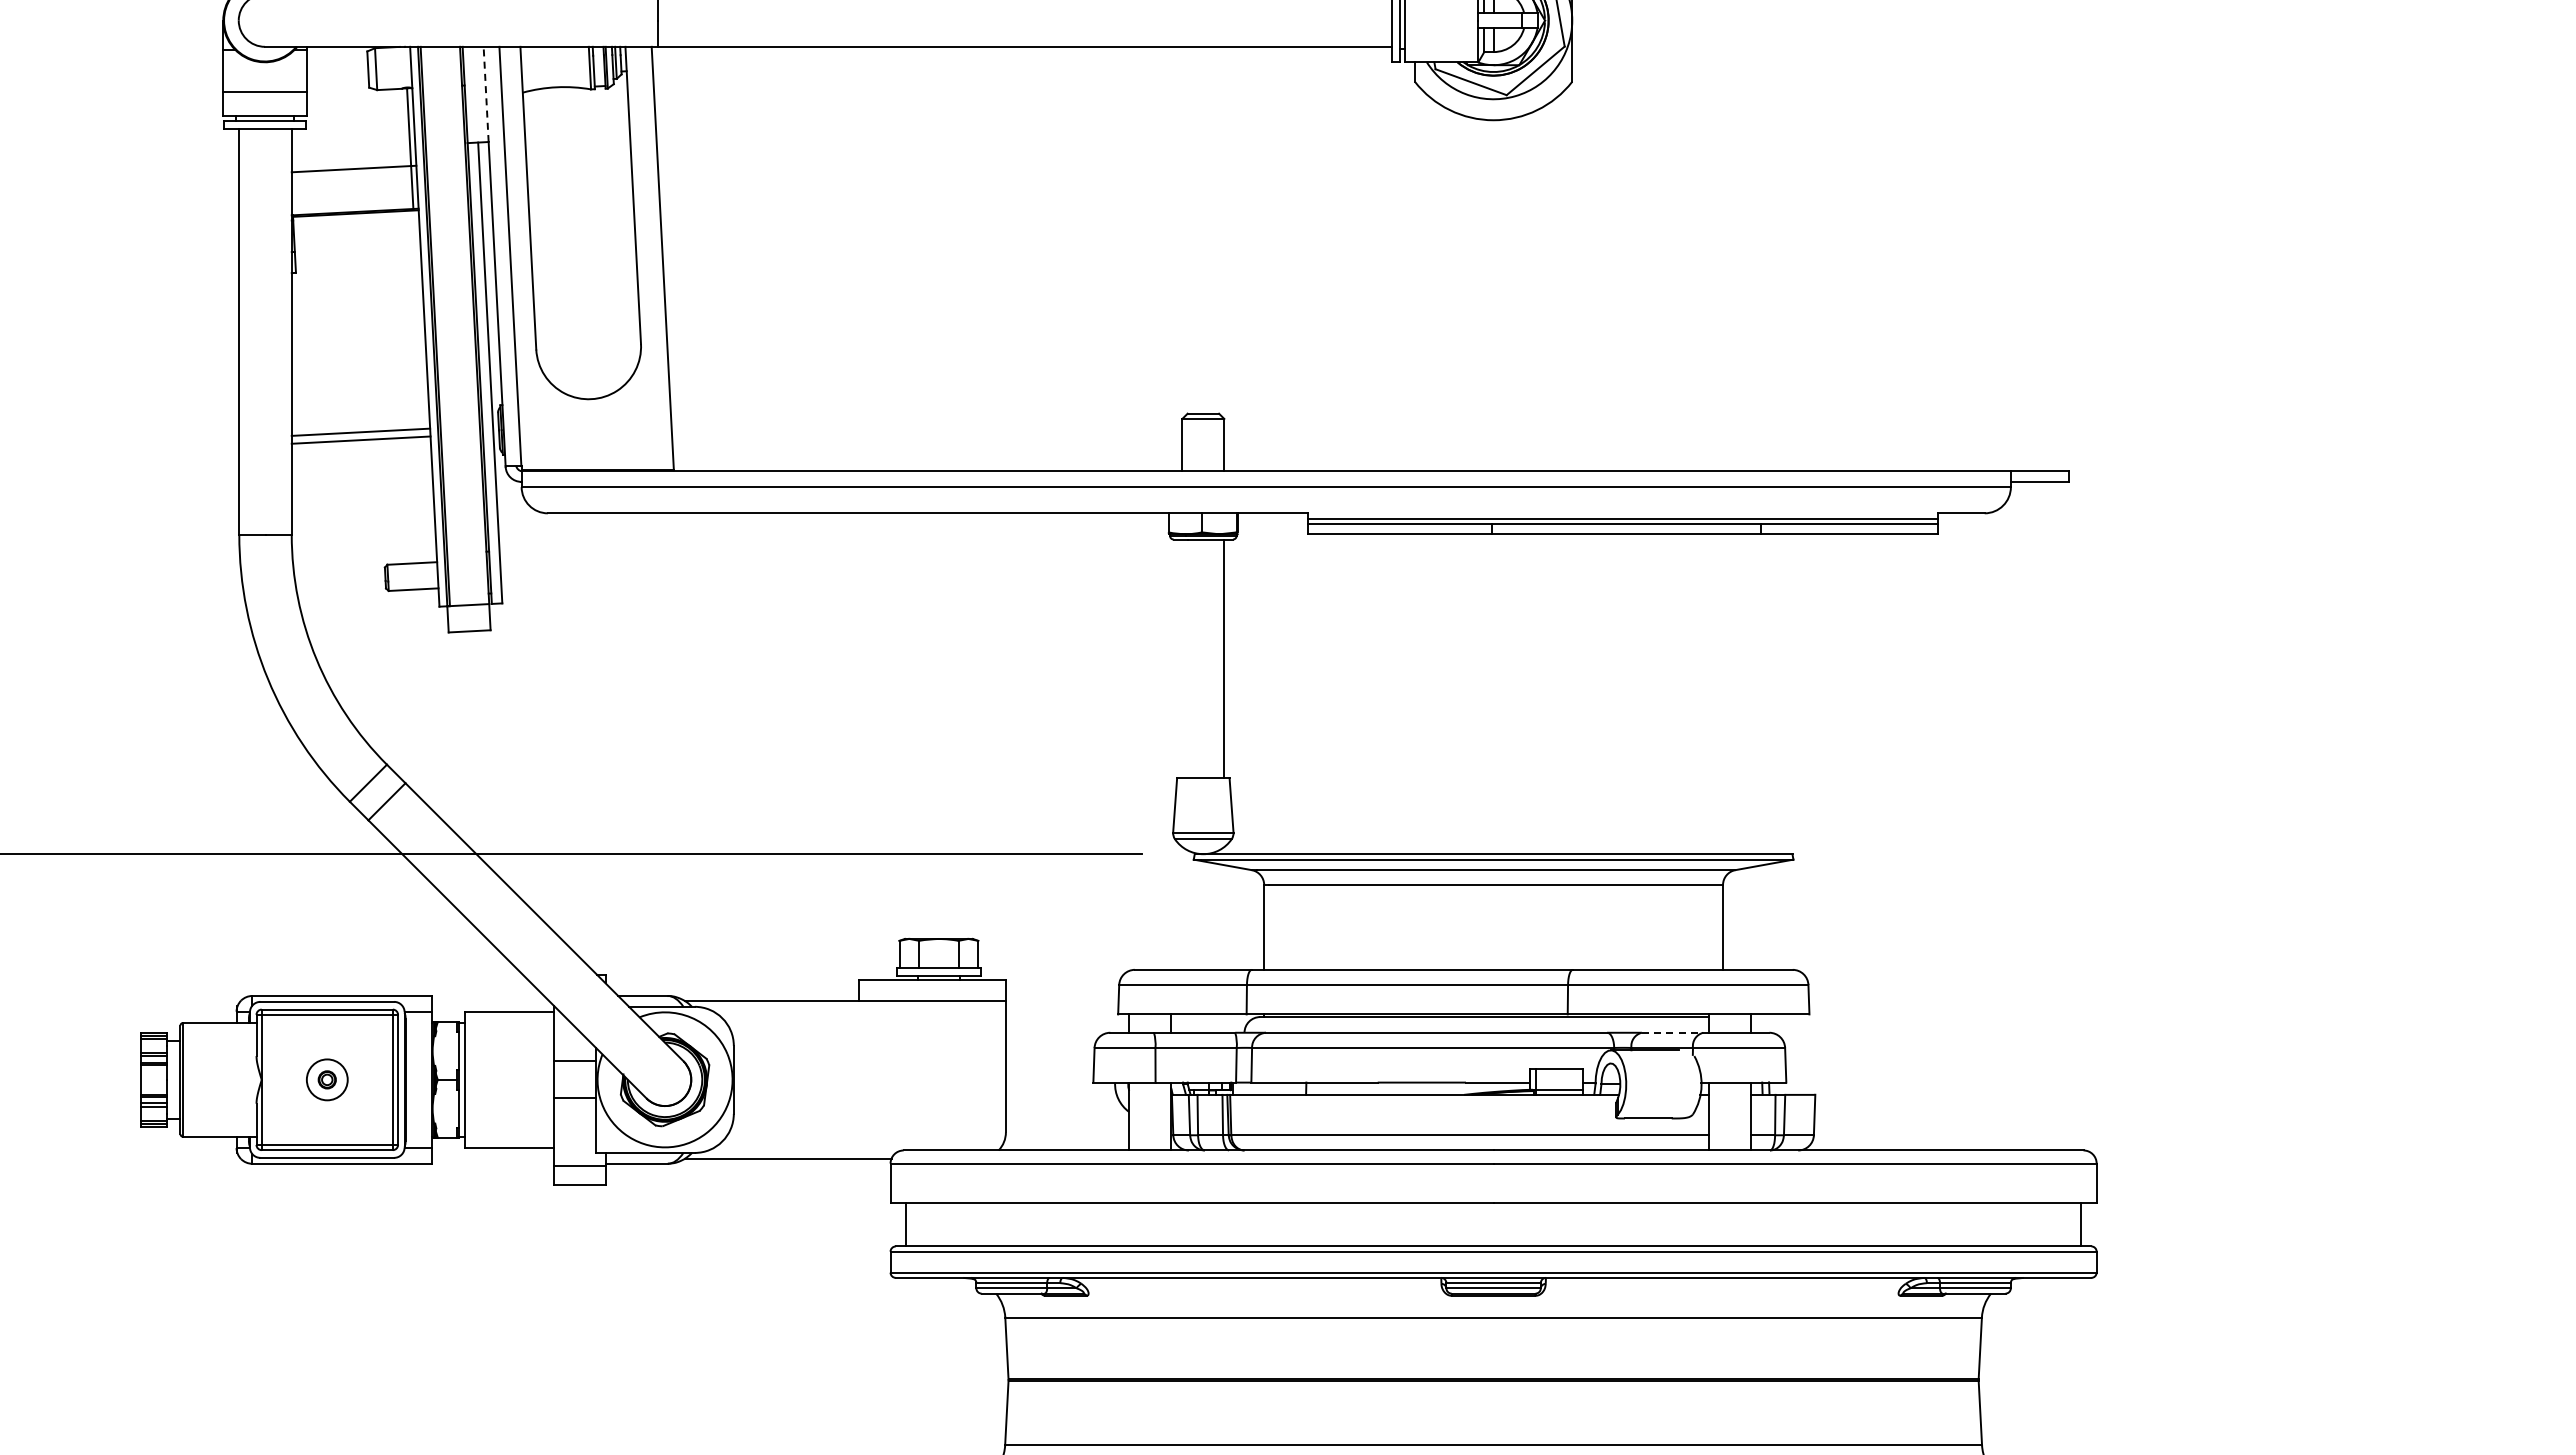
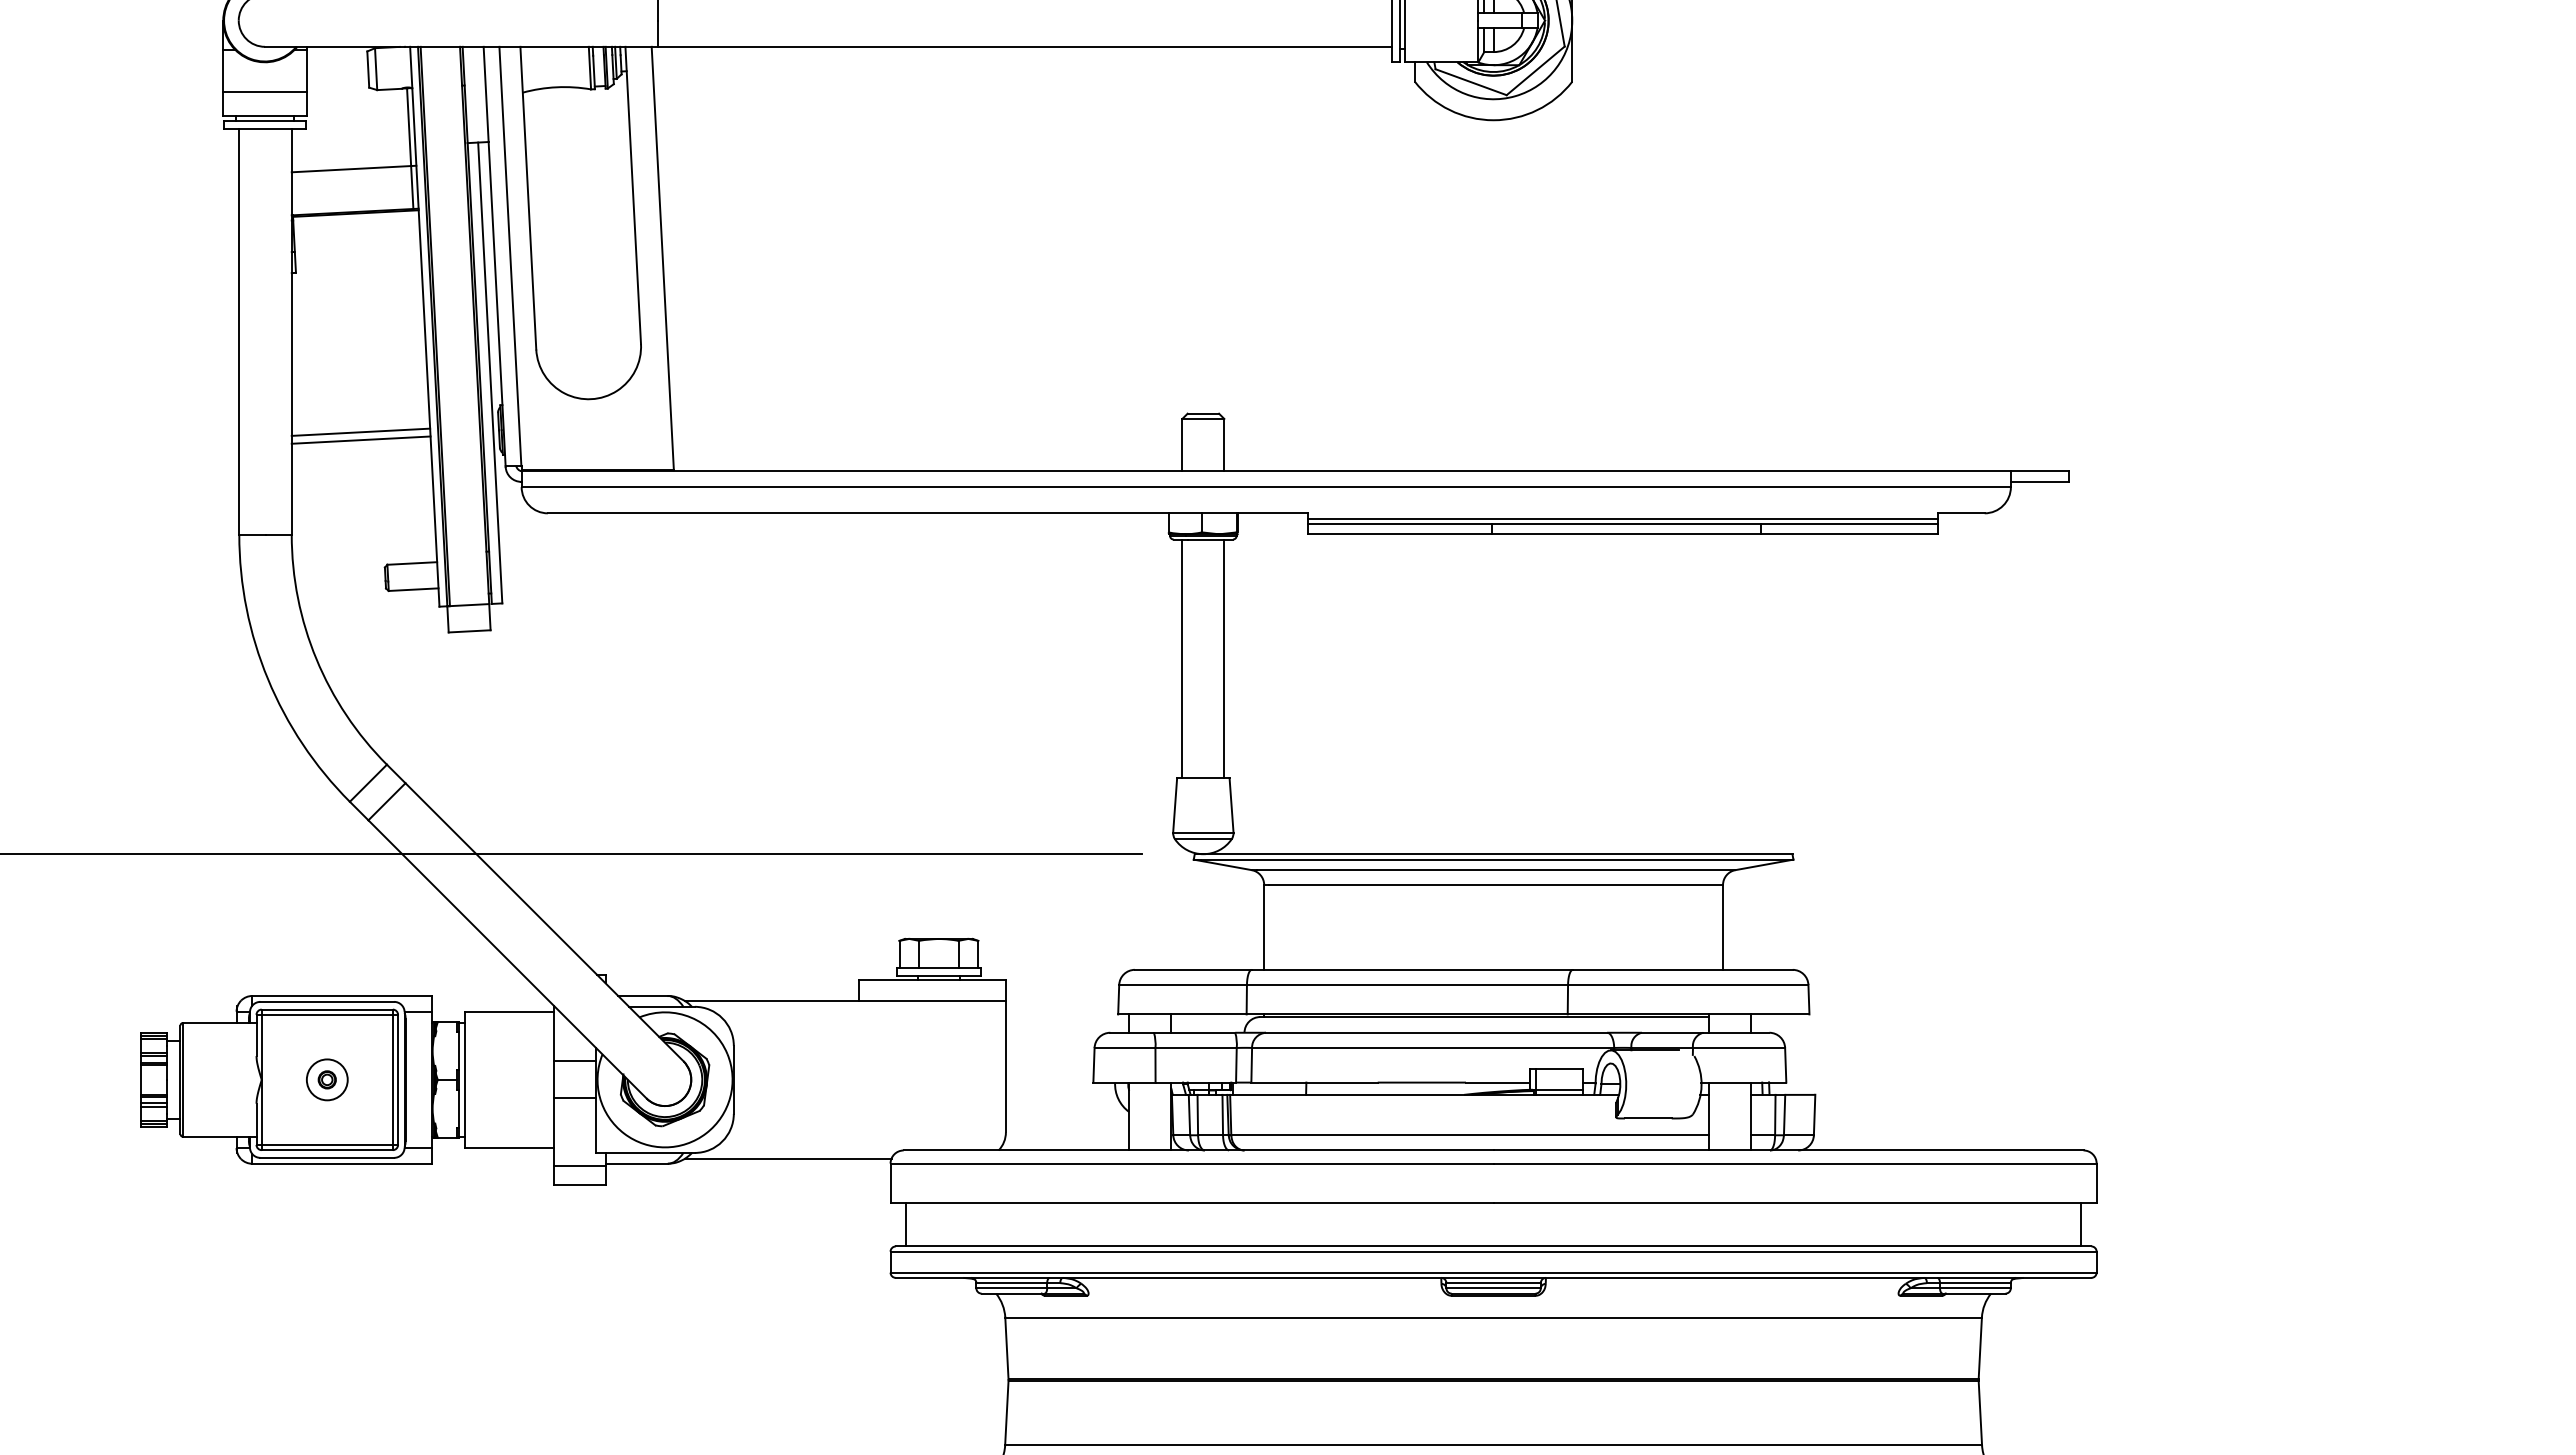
line at (486, 94): dashed -> solid
line at (1182, 658): none -> present
line at (1672, 1032): dashed -> solid
